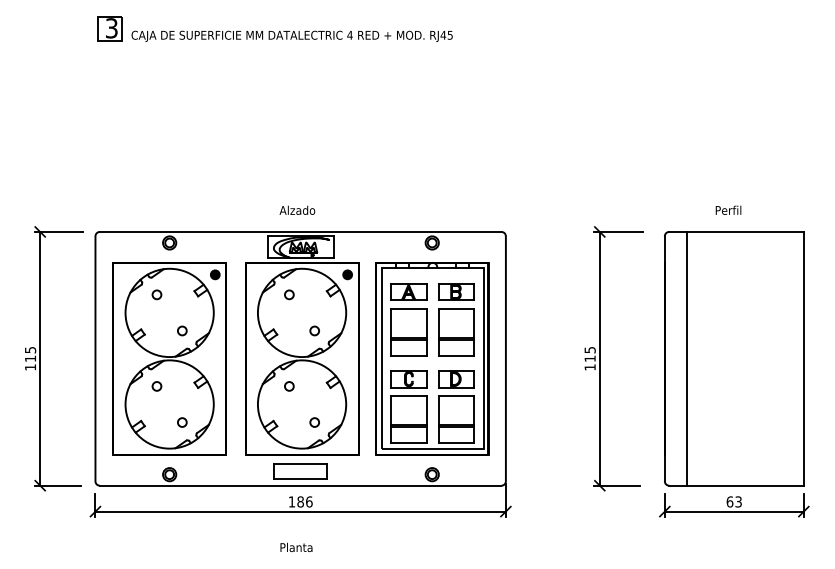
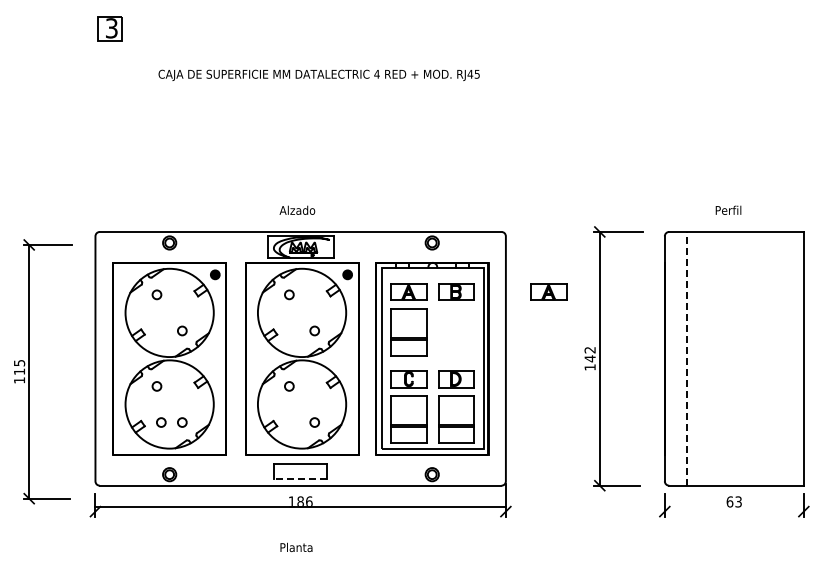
text at (291, 35) position: (291, 35) -> (318, 74)
part at (548, 291): none -> present
part at (456, 332): present -> none
text at (589, 354): 115 -> 142
part at (40, 358) position: (40, 358) -> (29, 371)
line at (686, 358): solid -> dashed
circle at (161, 422): none -> present
line at (300, 479): solid -> dashed
line at (300, 511) position: (300, 511) -> (300, 506)
line at (733, 511): present -> none
